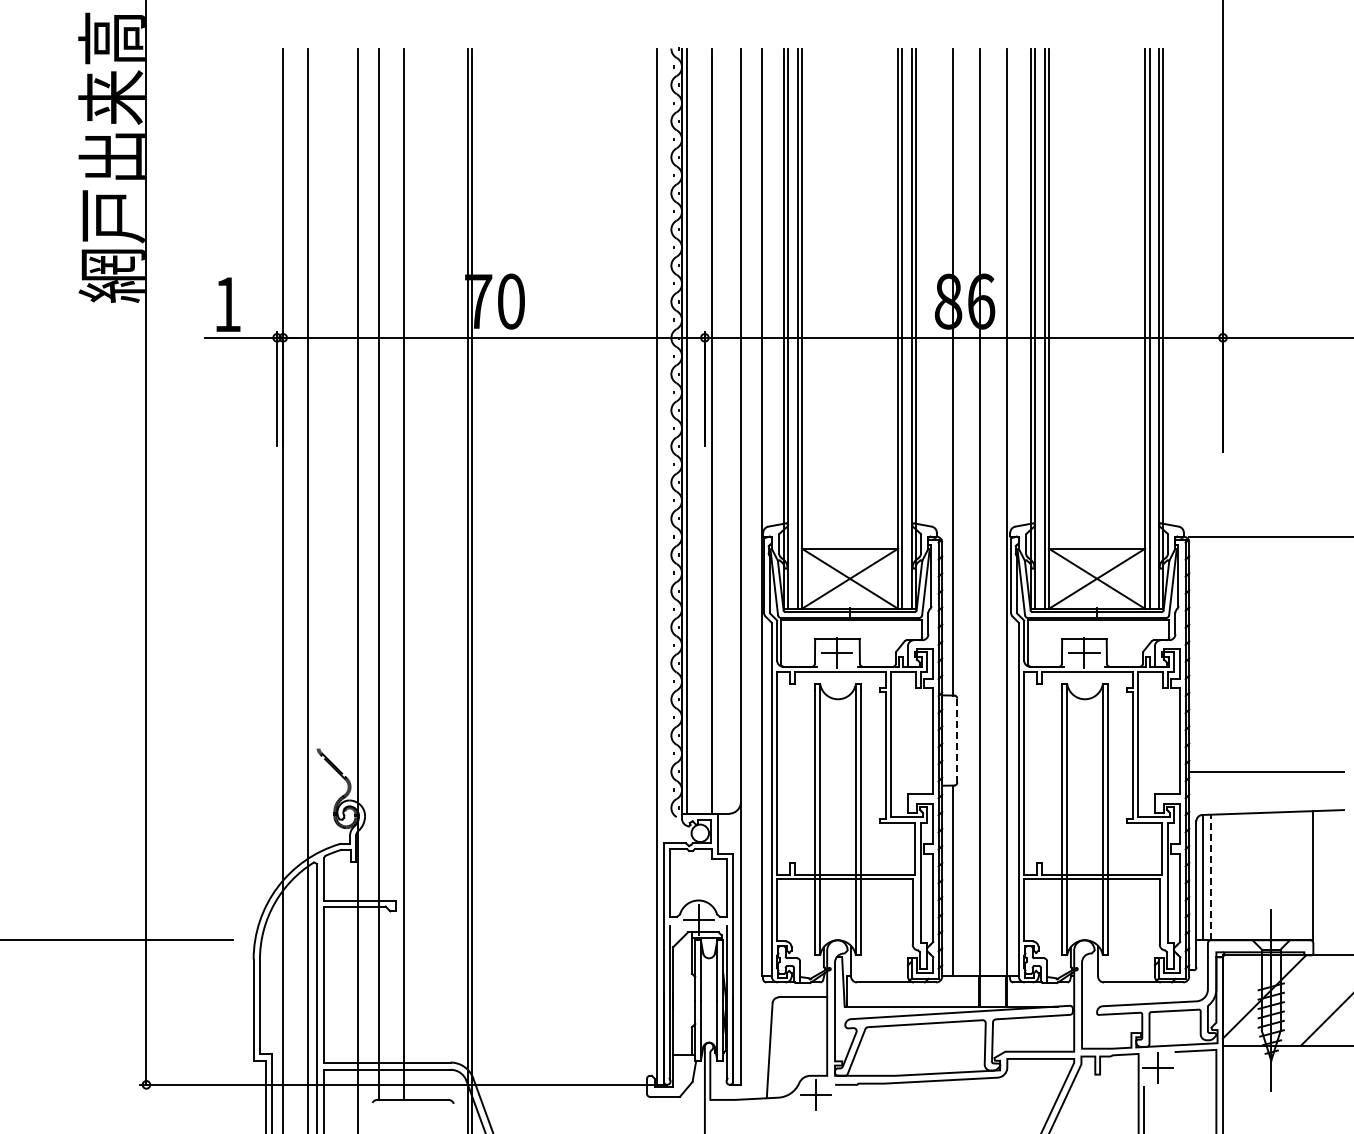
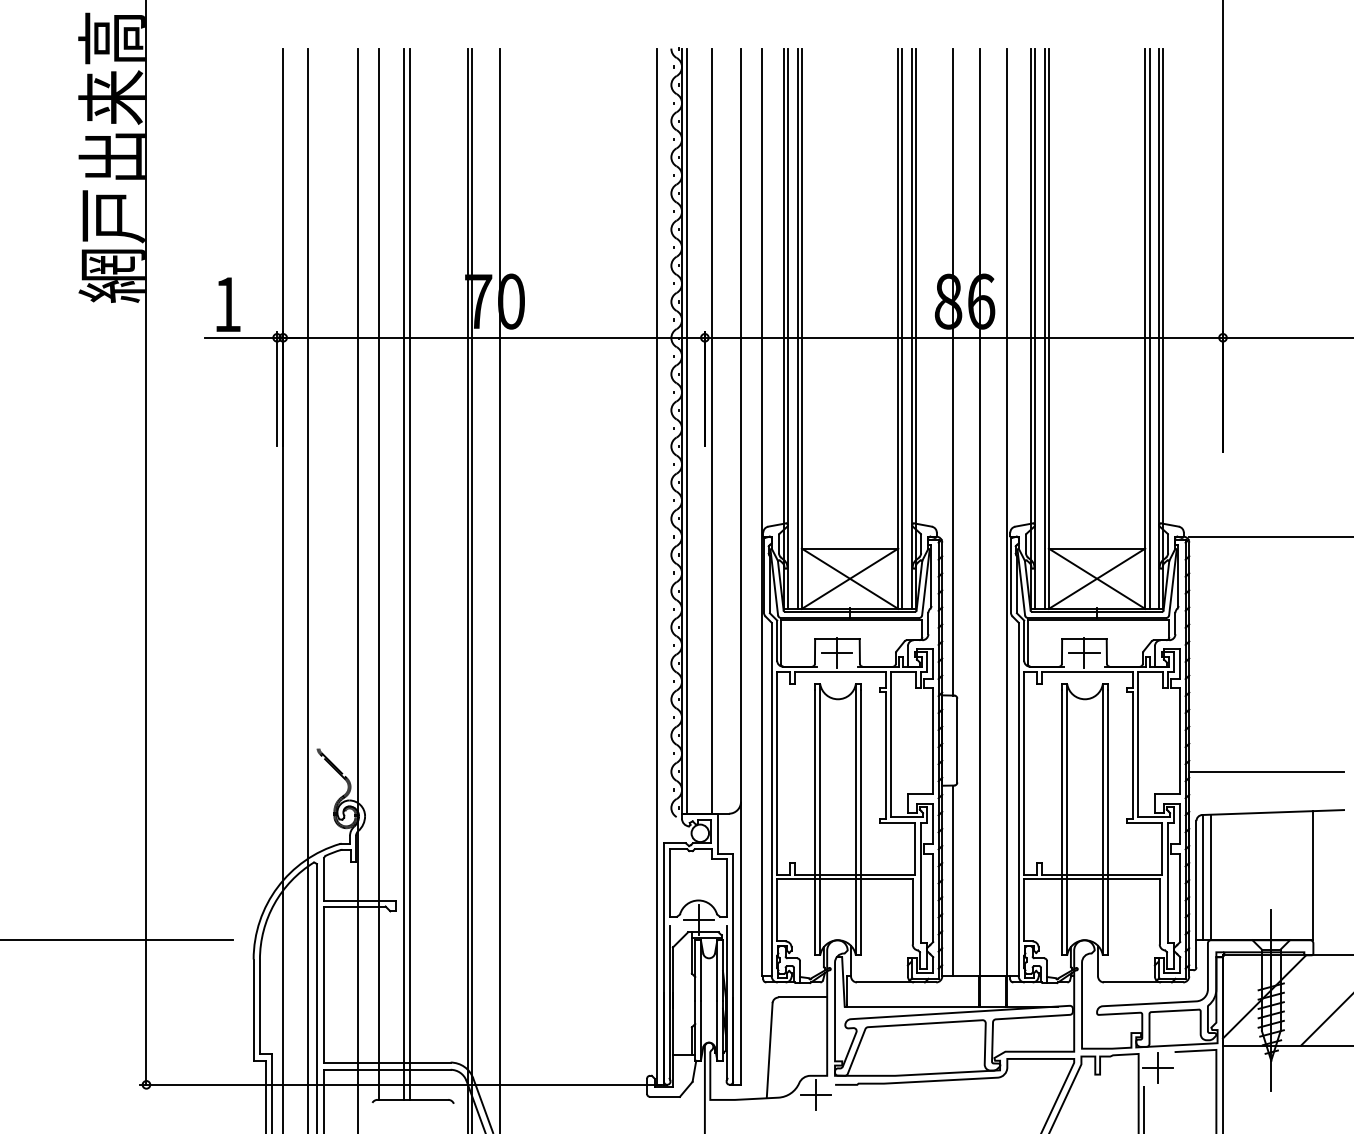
line at (409, 573): none -> present
line at (500, 589): none -> present
line at (957, 740): dashed -> solid
line at (1210, 877): dashed -> solid
